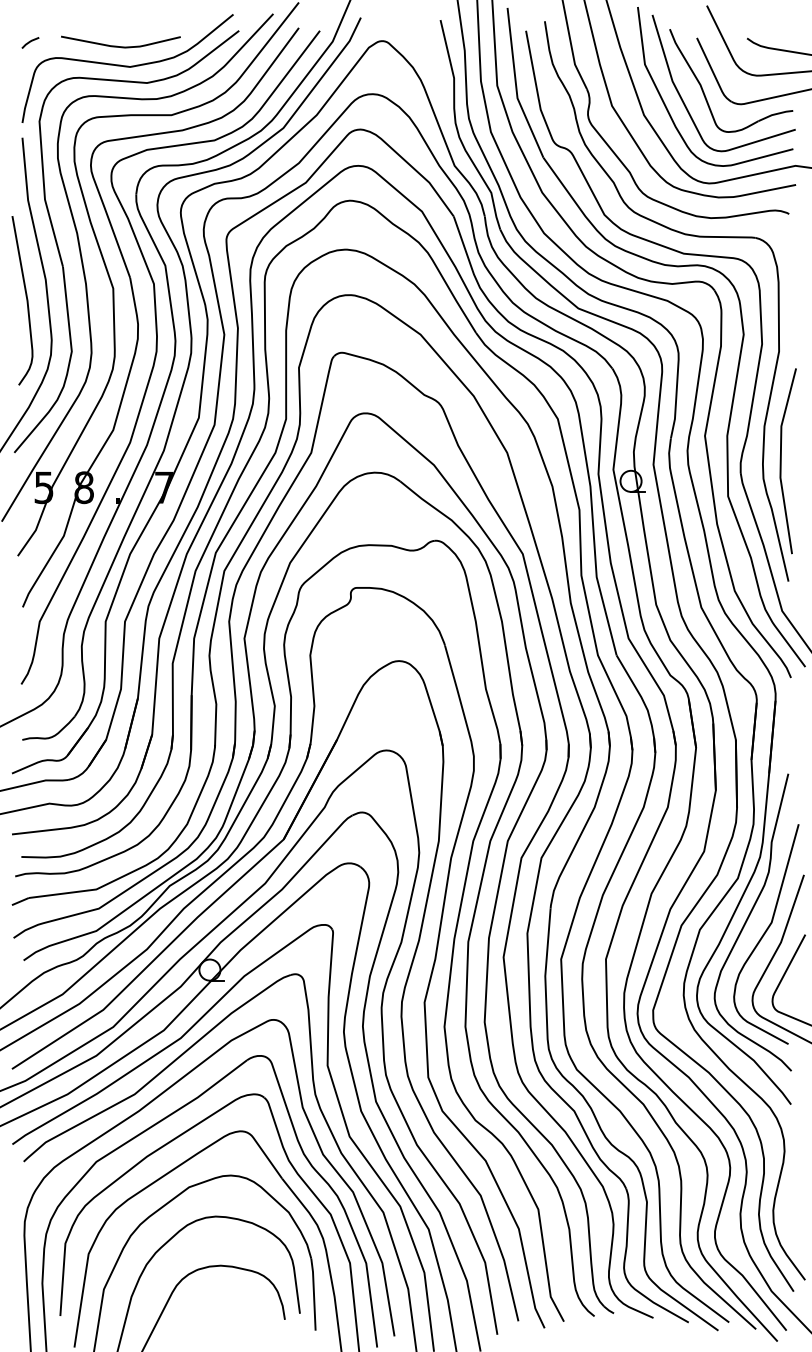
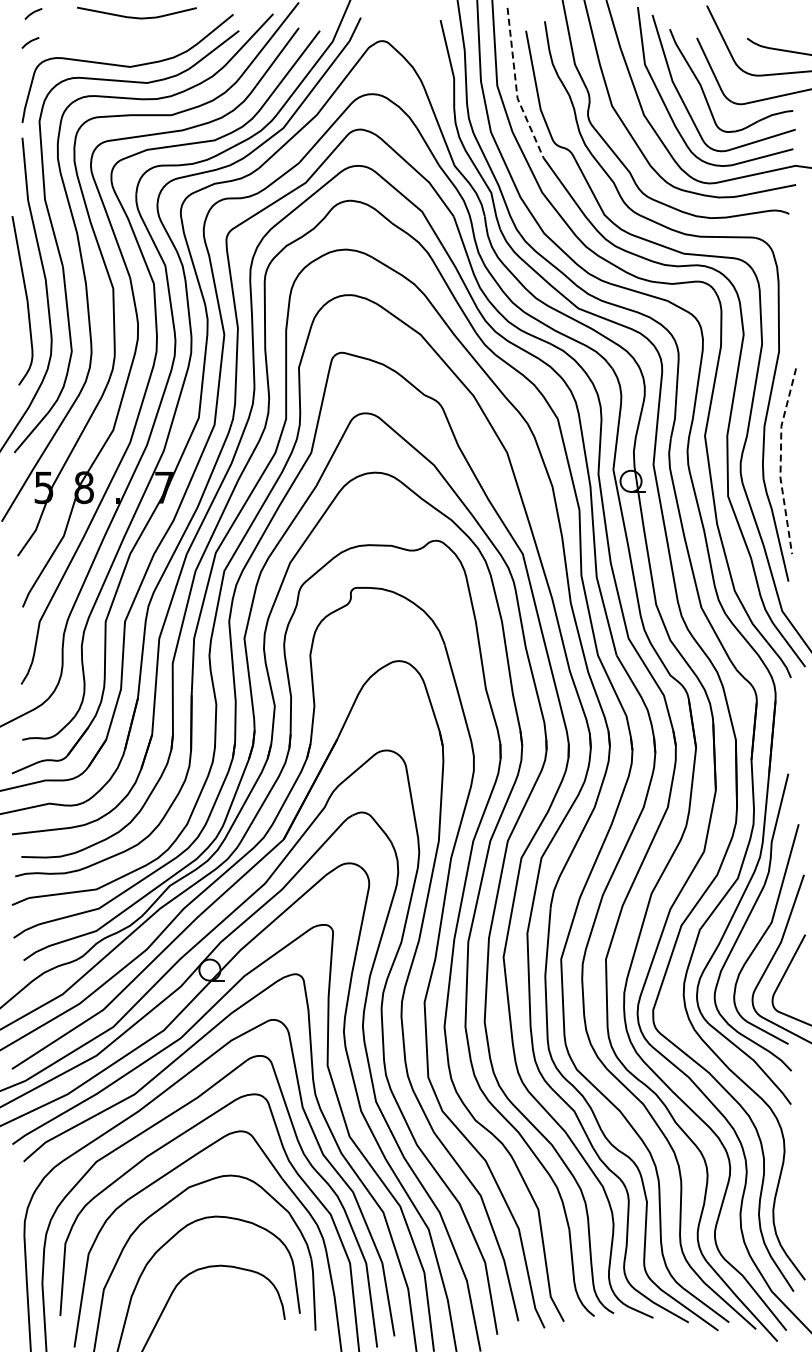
line at (33, 13): none -> present
curve at (117, 45) position: (117, 45) -> (133, 16)
line at (516, 86): solid -> dashed
line at (780, 460): solid -> dashed
